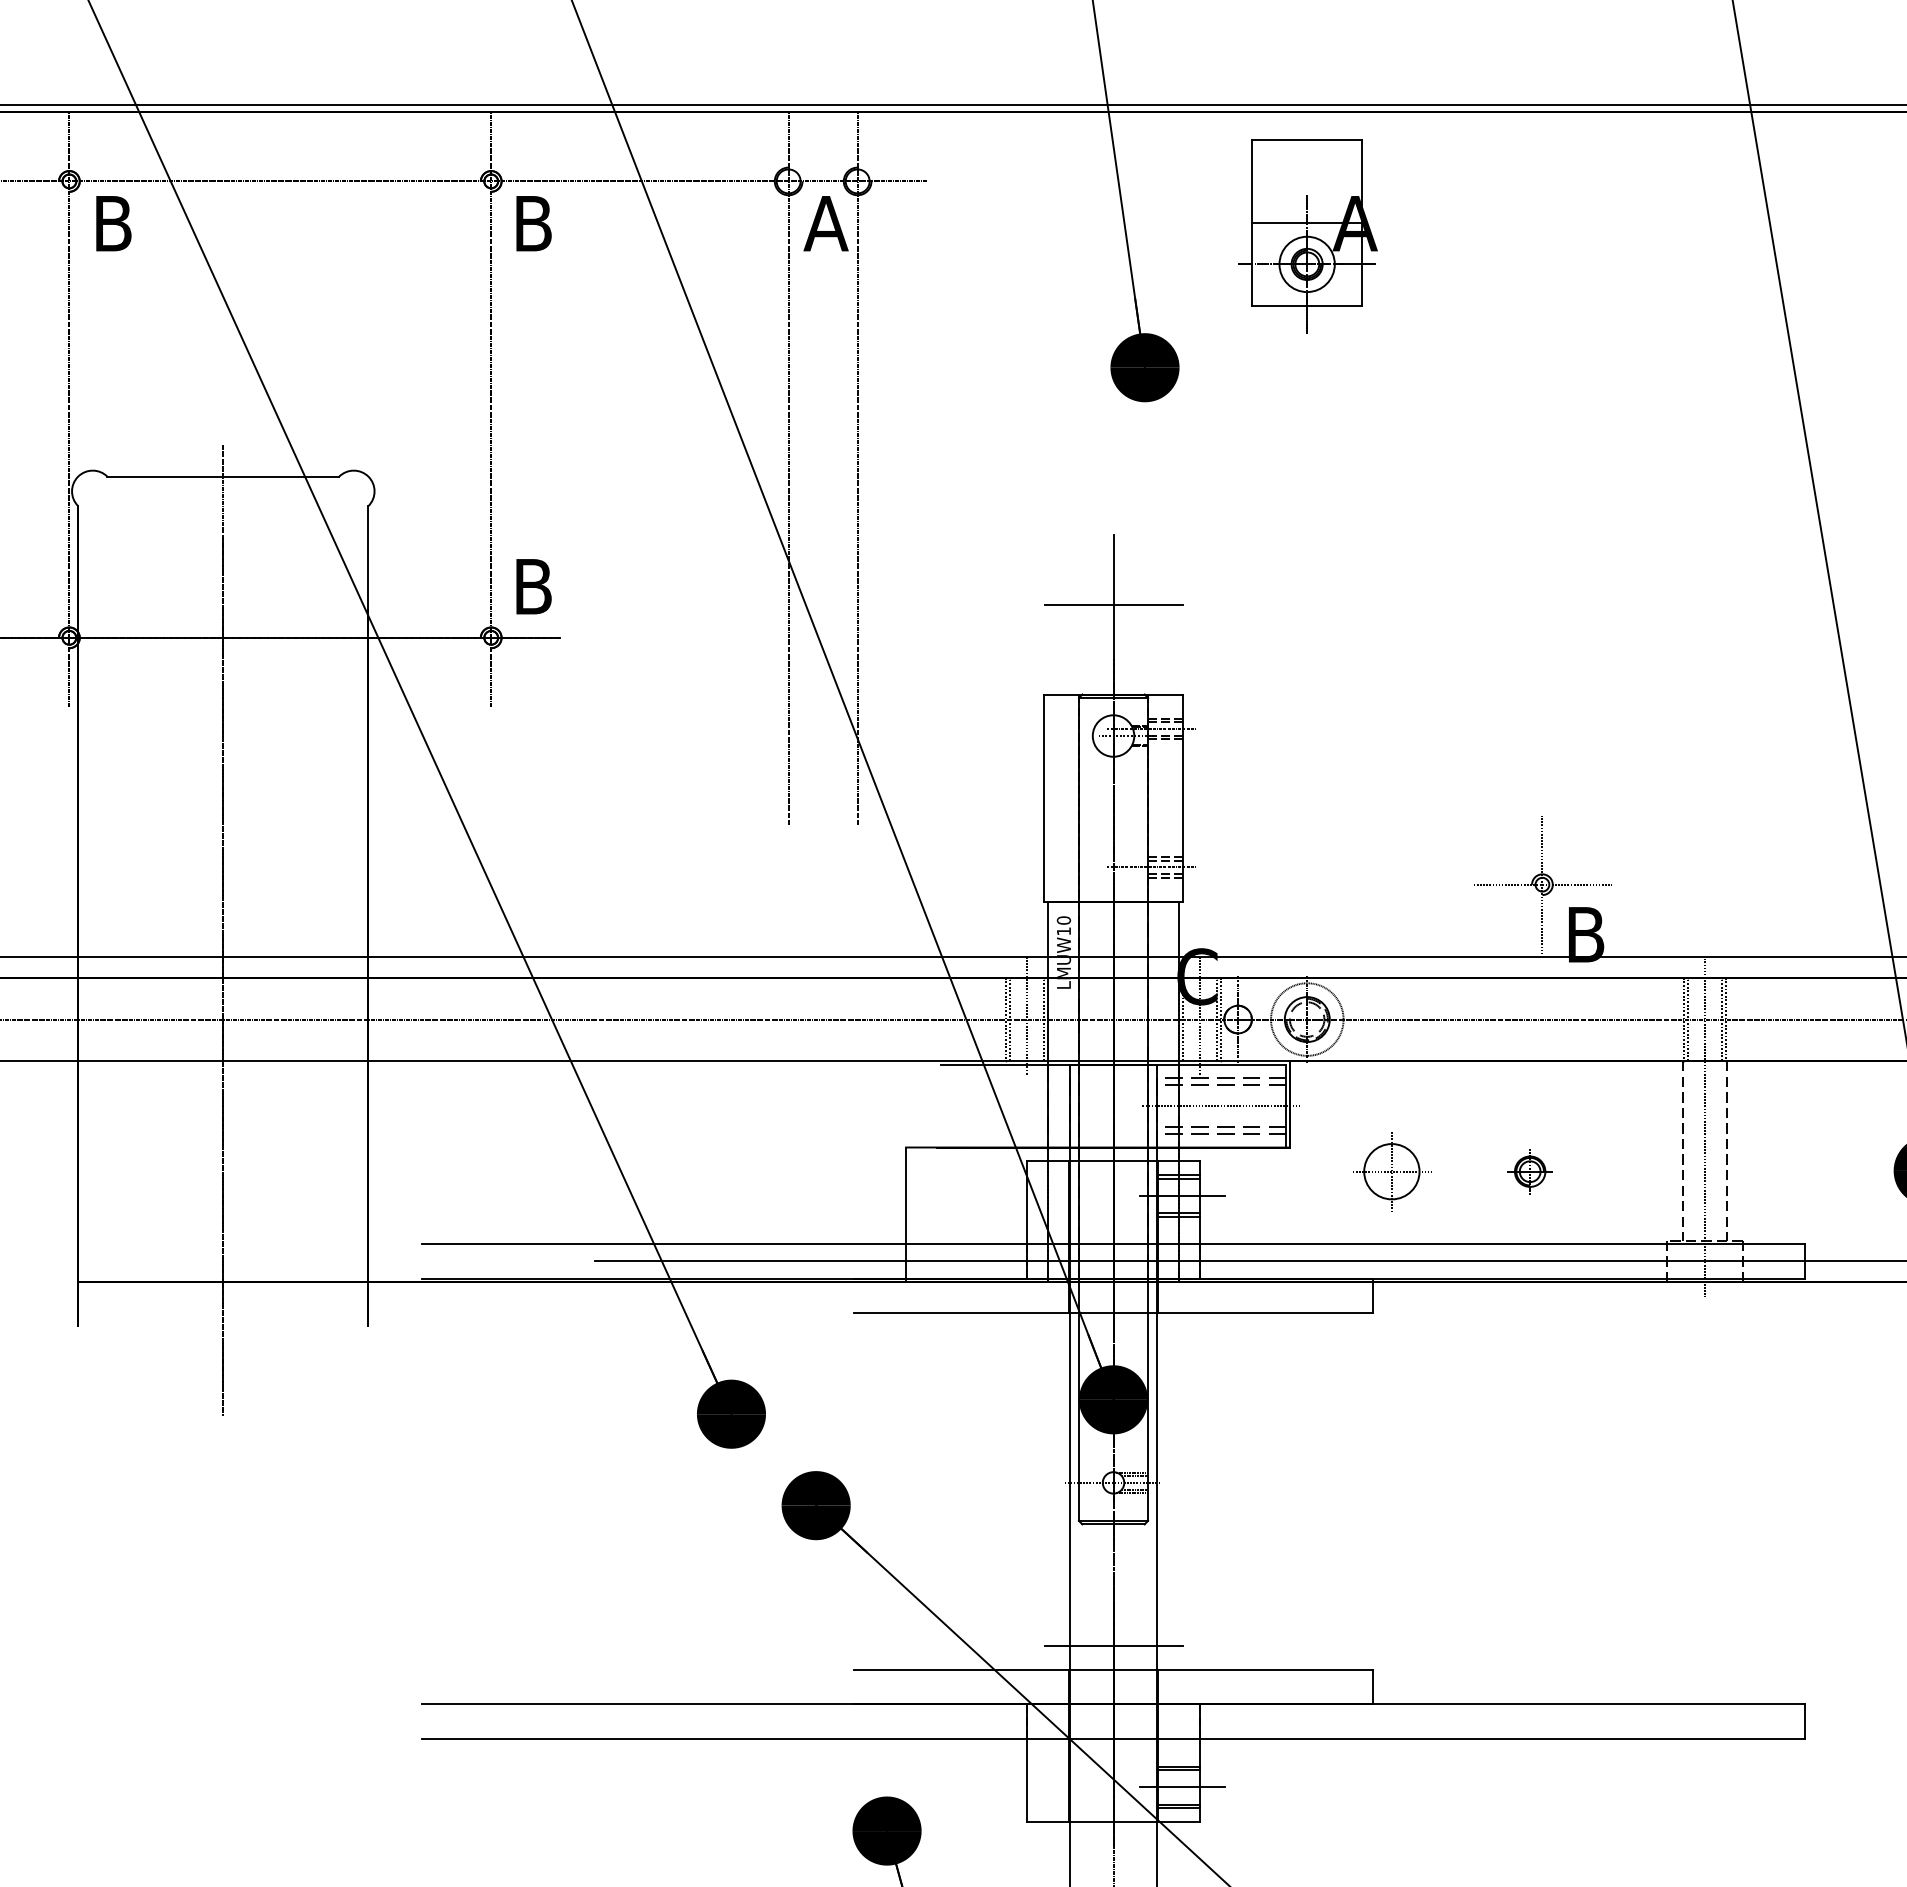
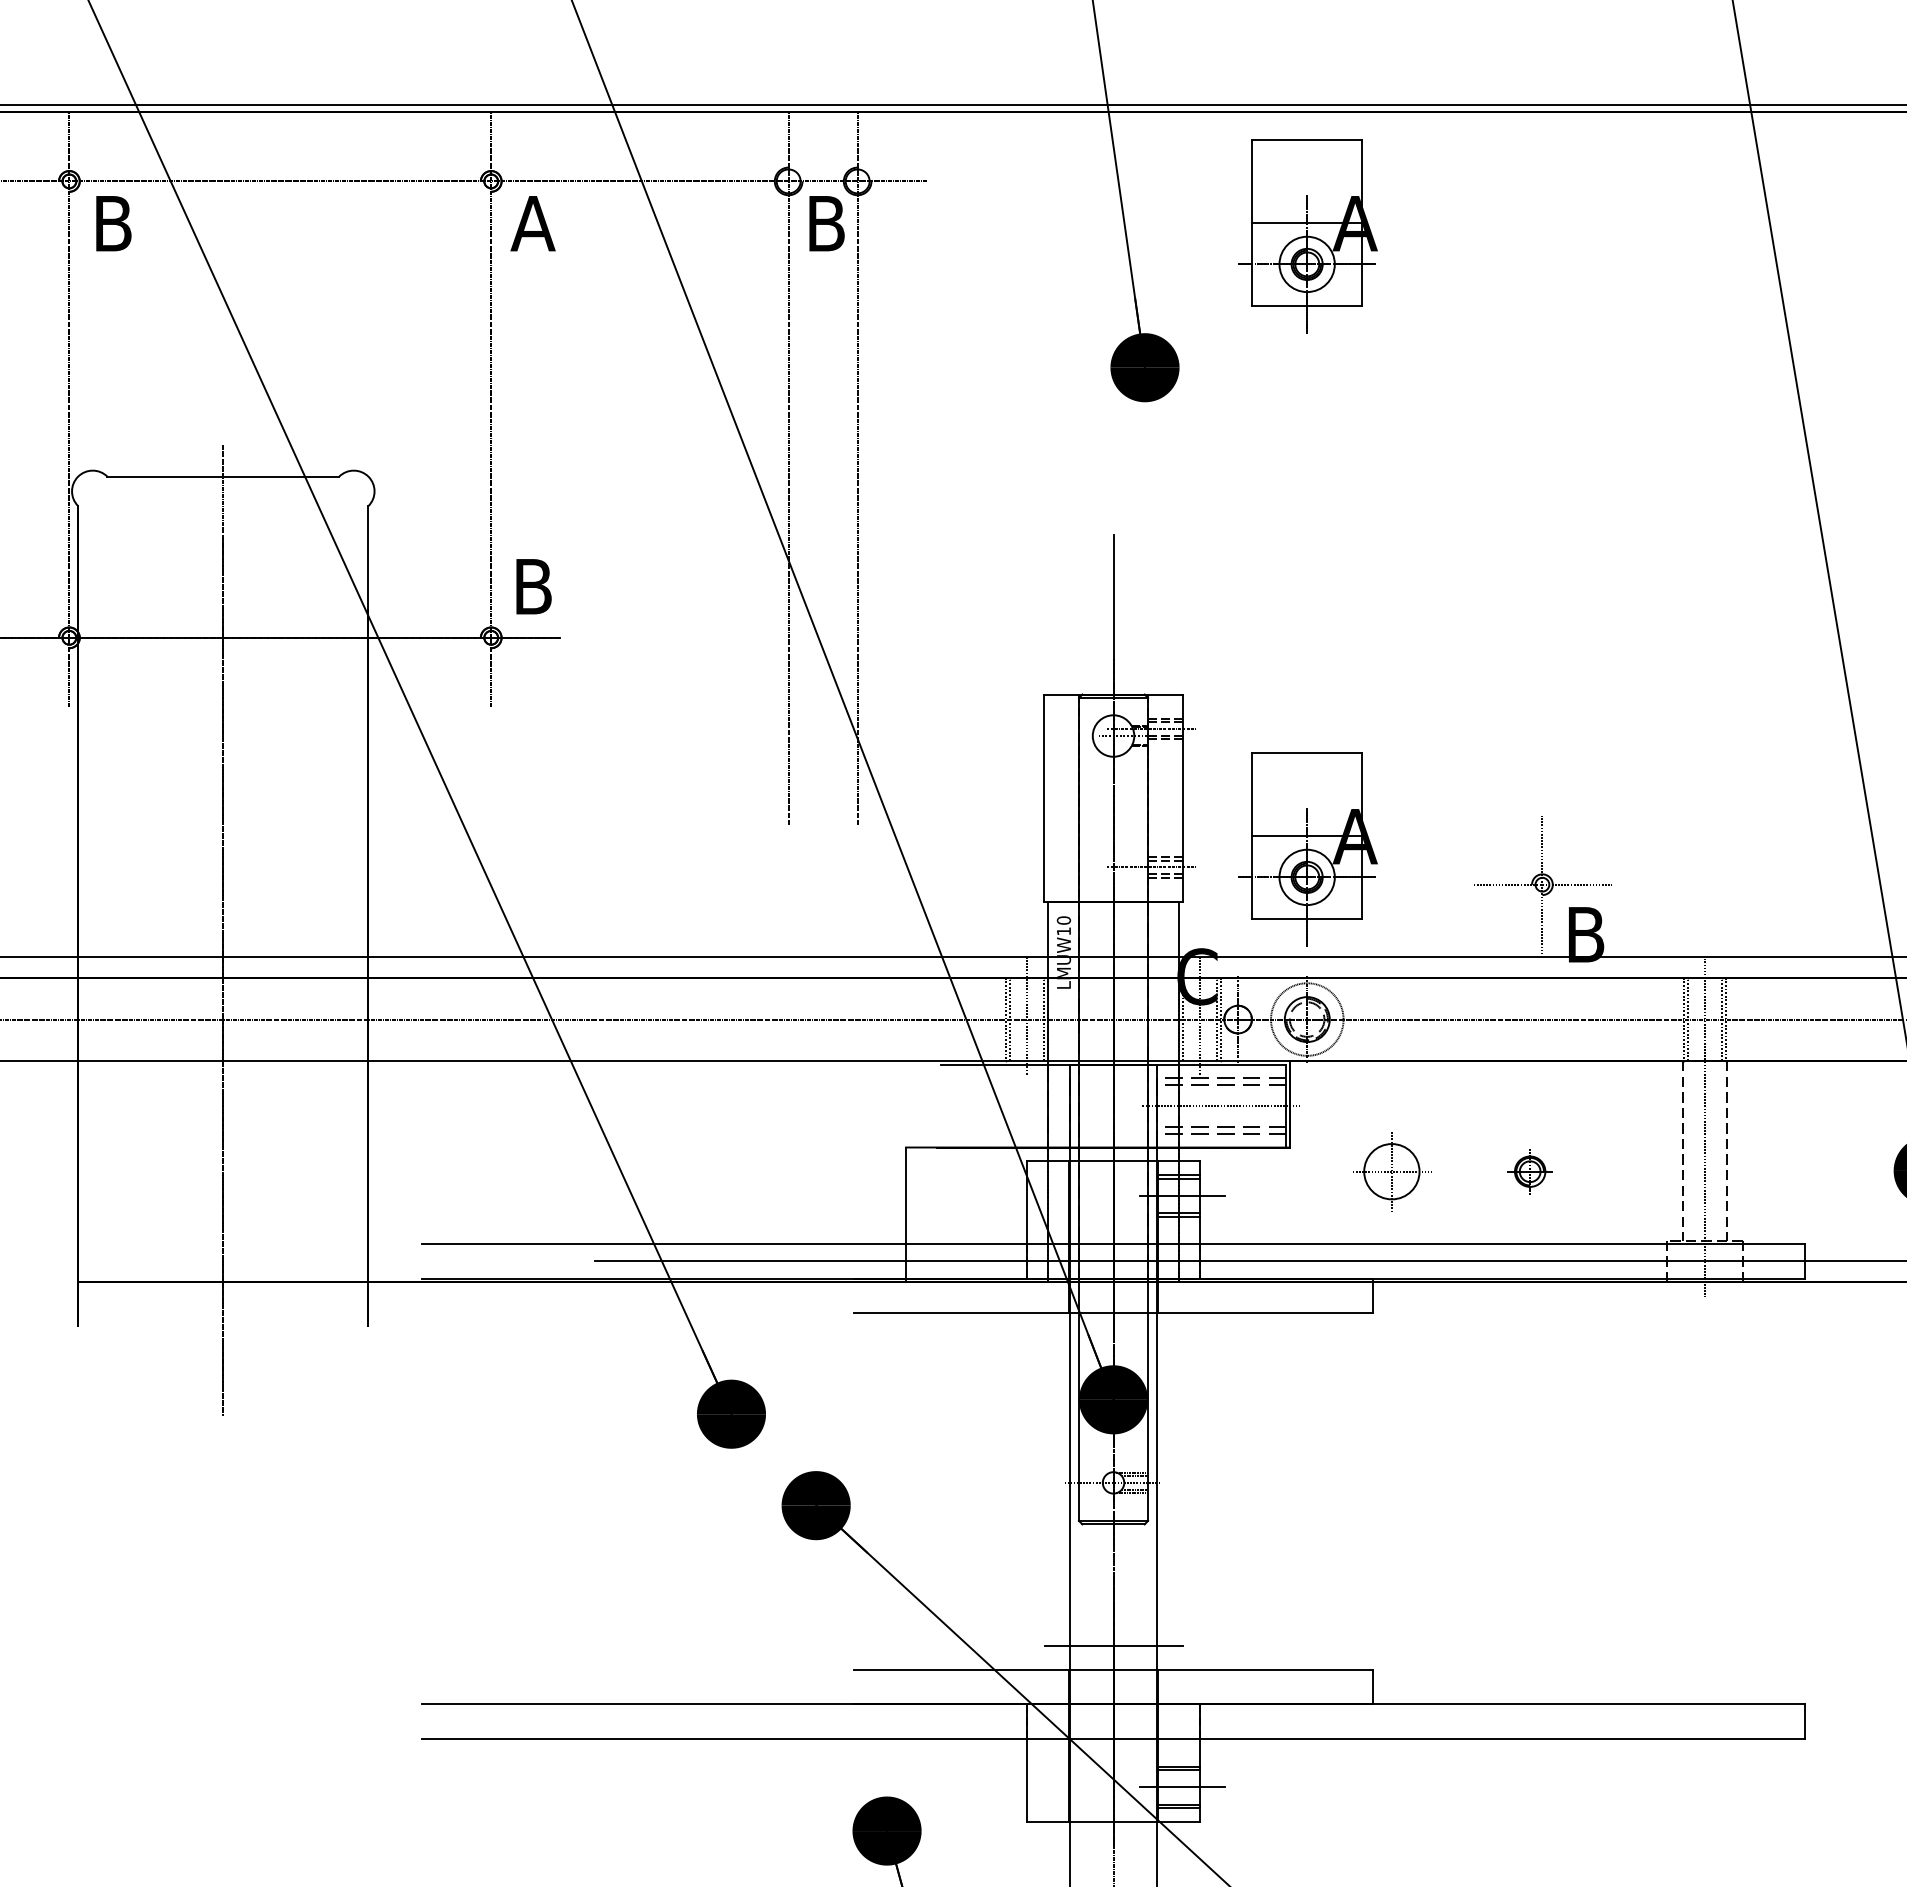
text at (532, 223): B -> A
text at (825, 223): A -> B
line at (1113, 604): present -> none
part at (1307, 849): none -> present
